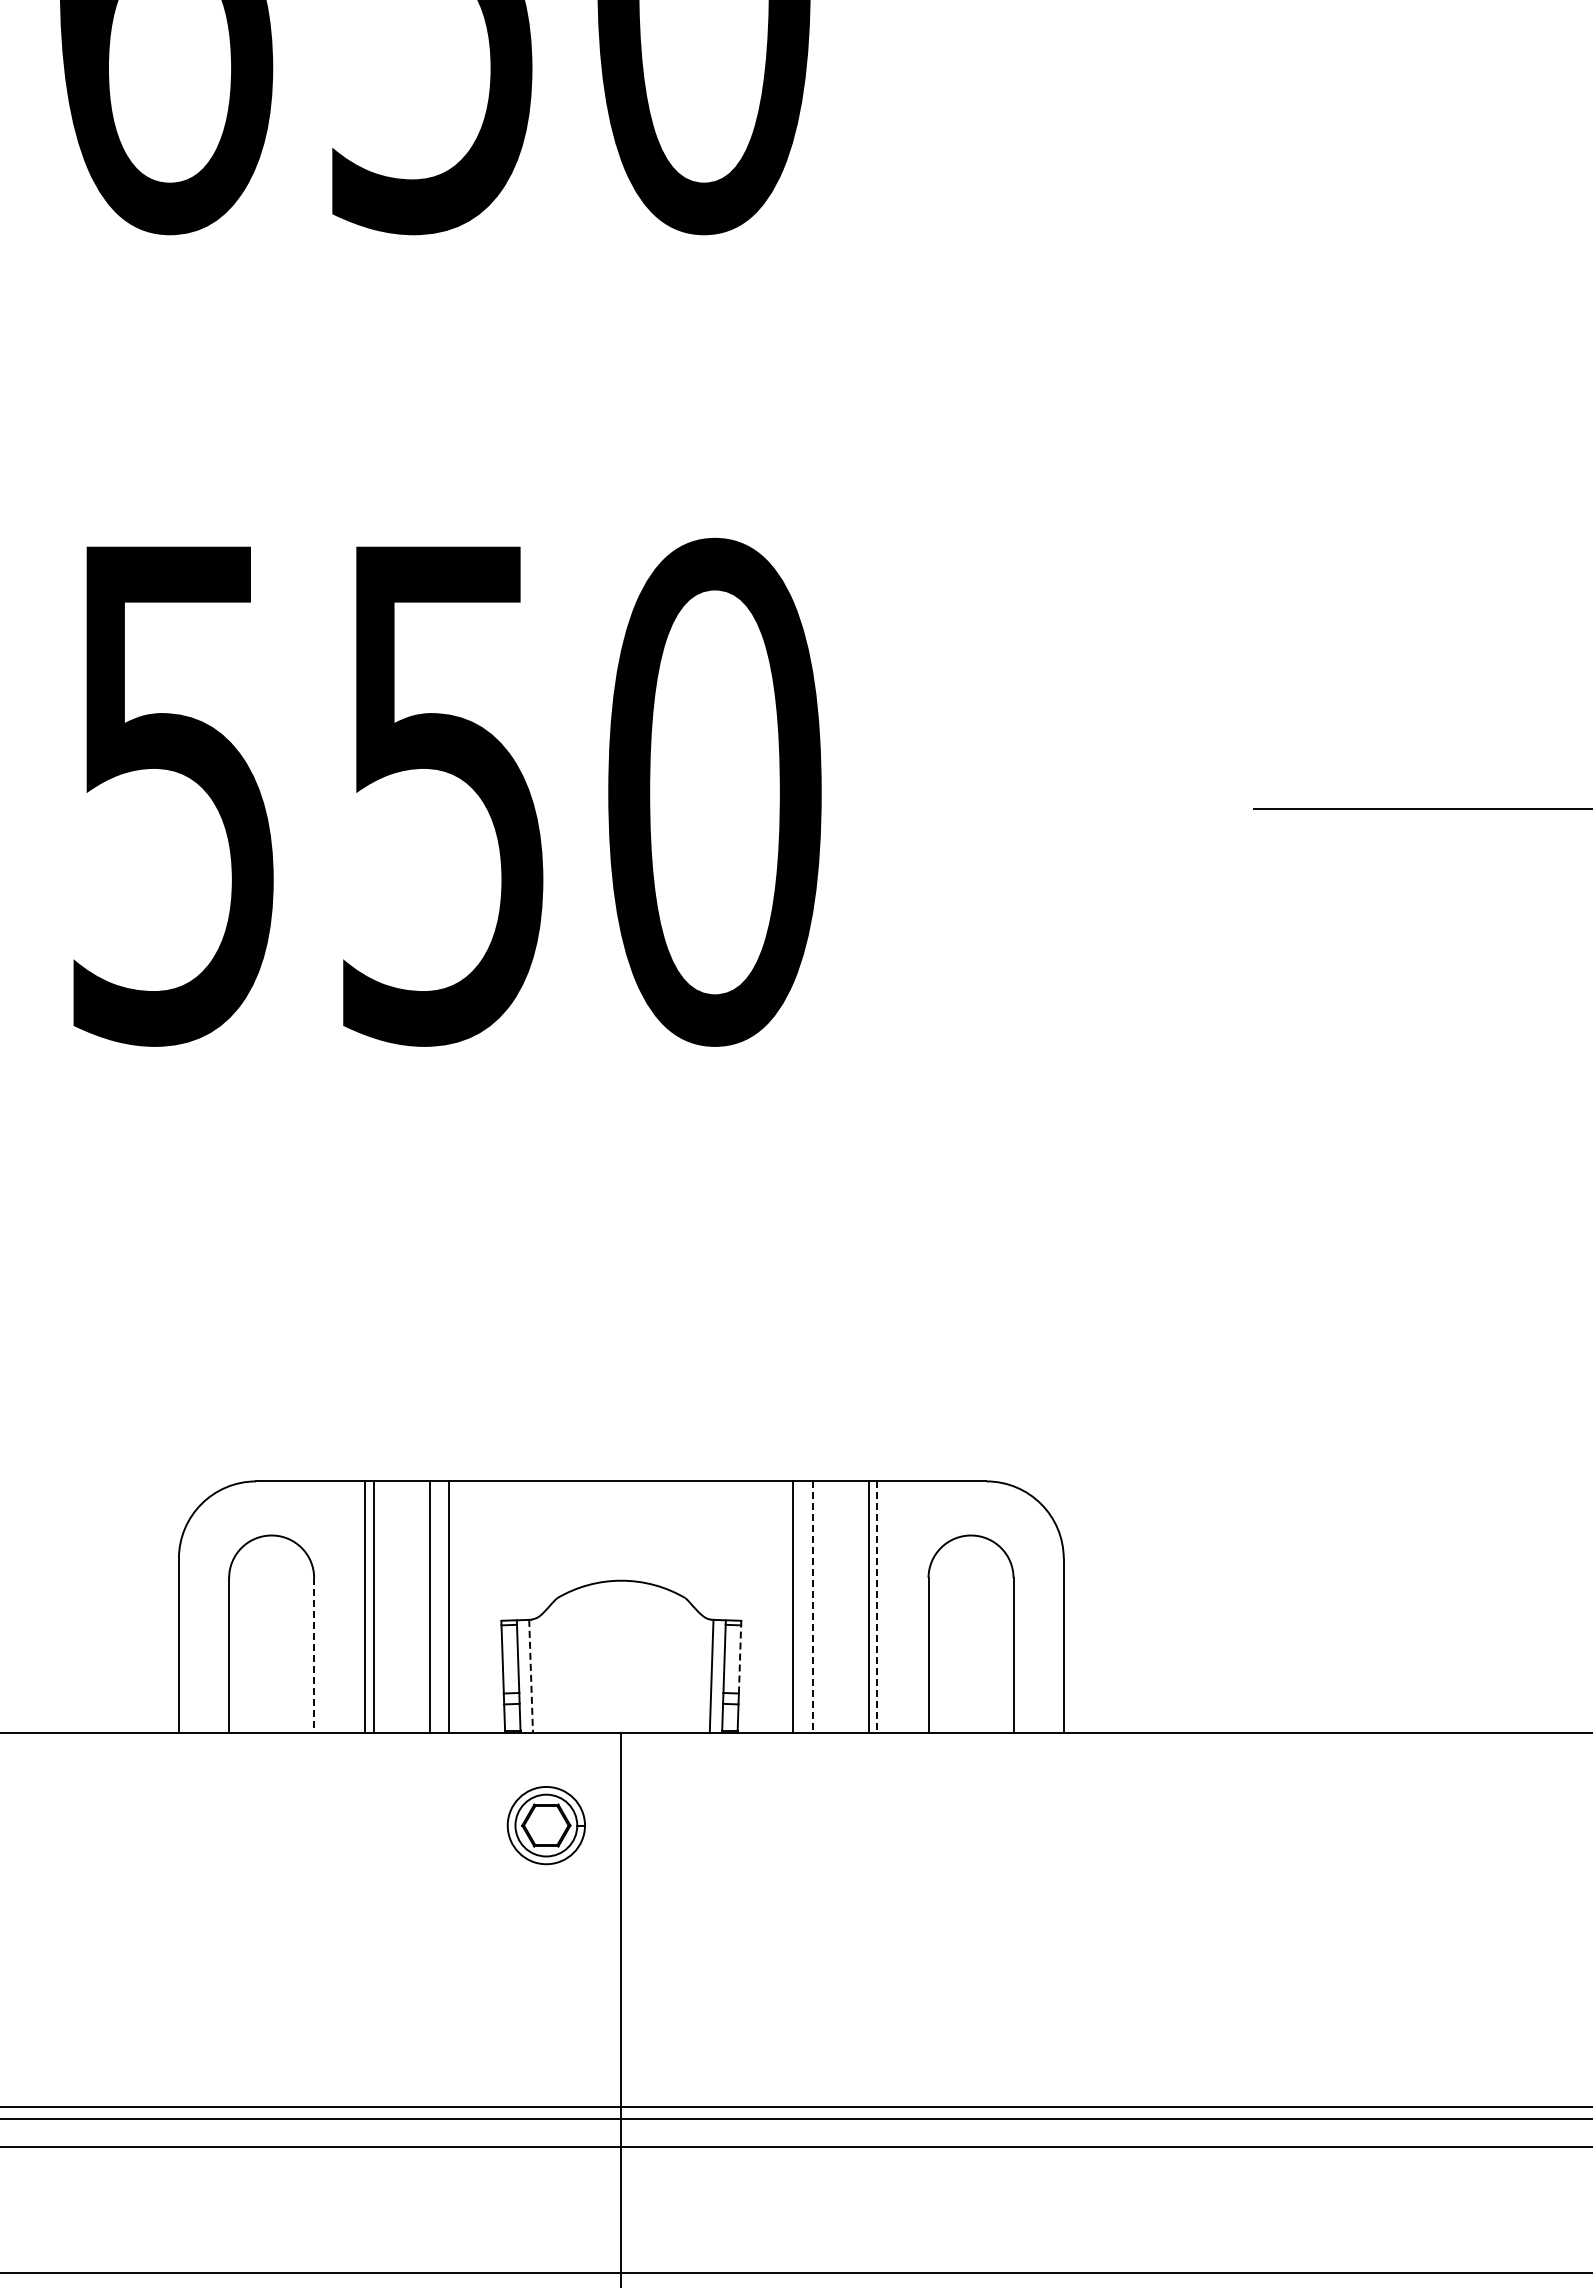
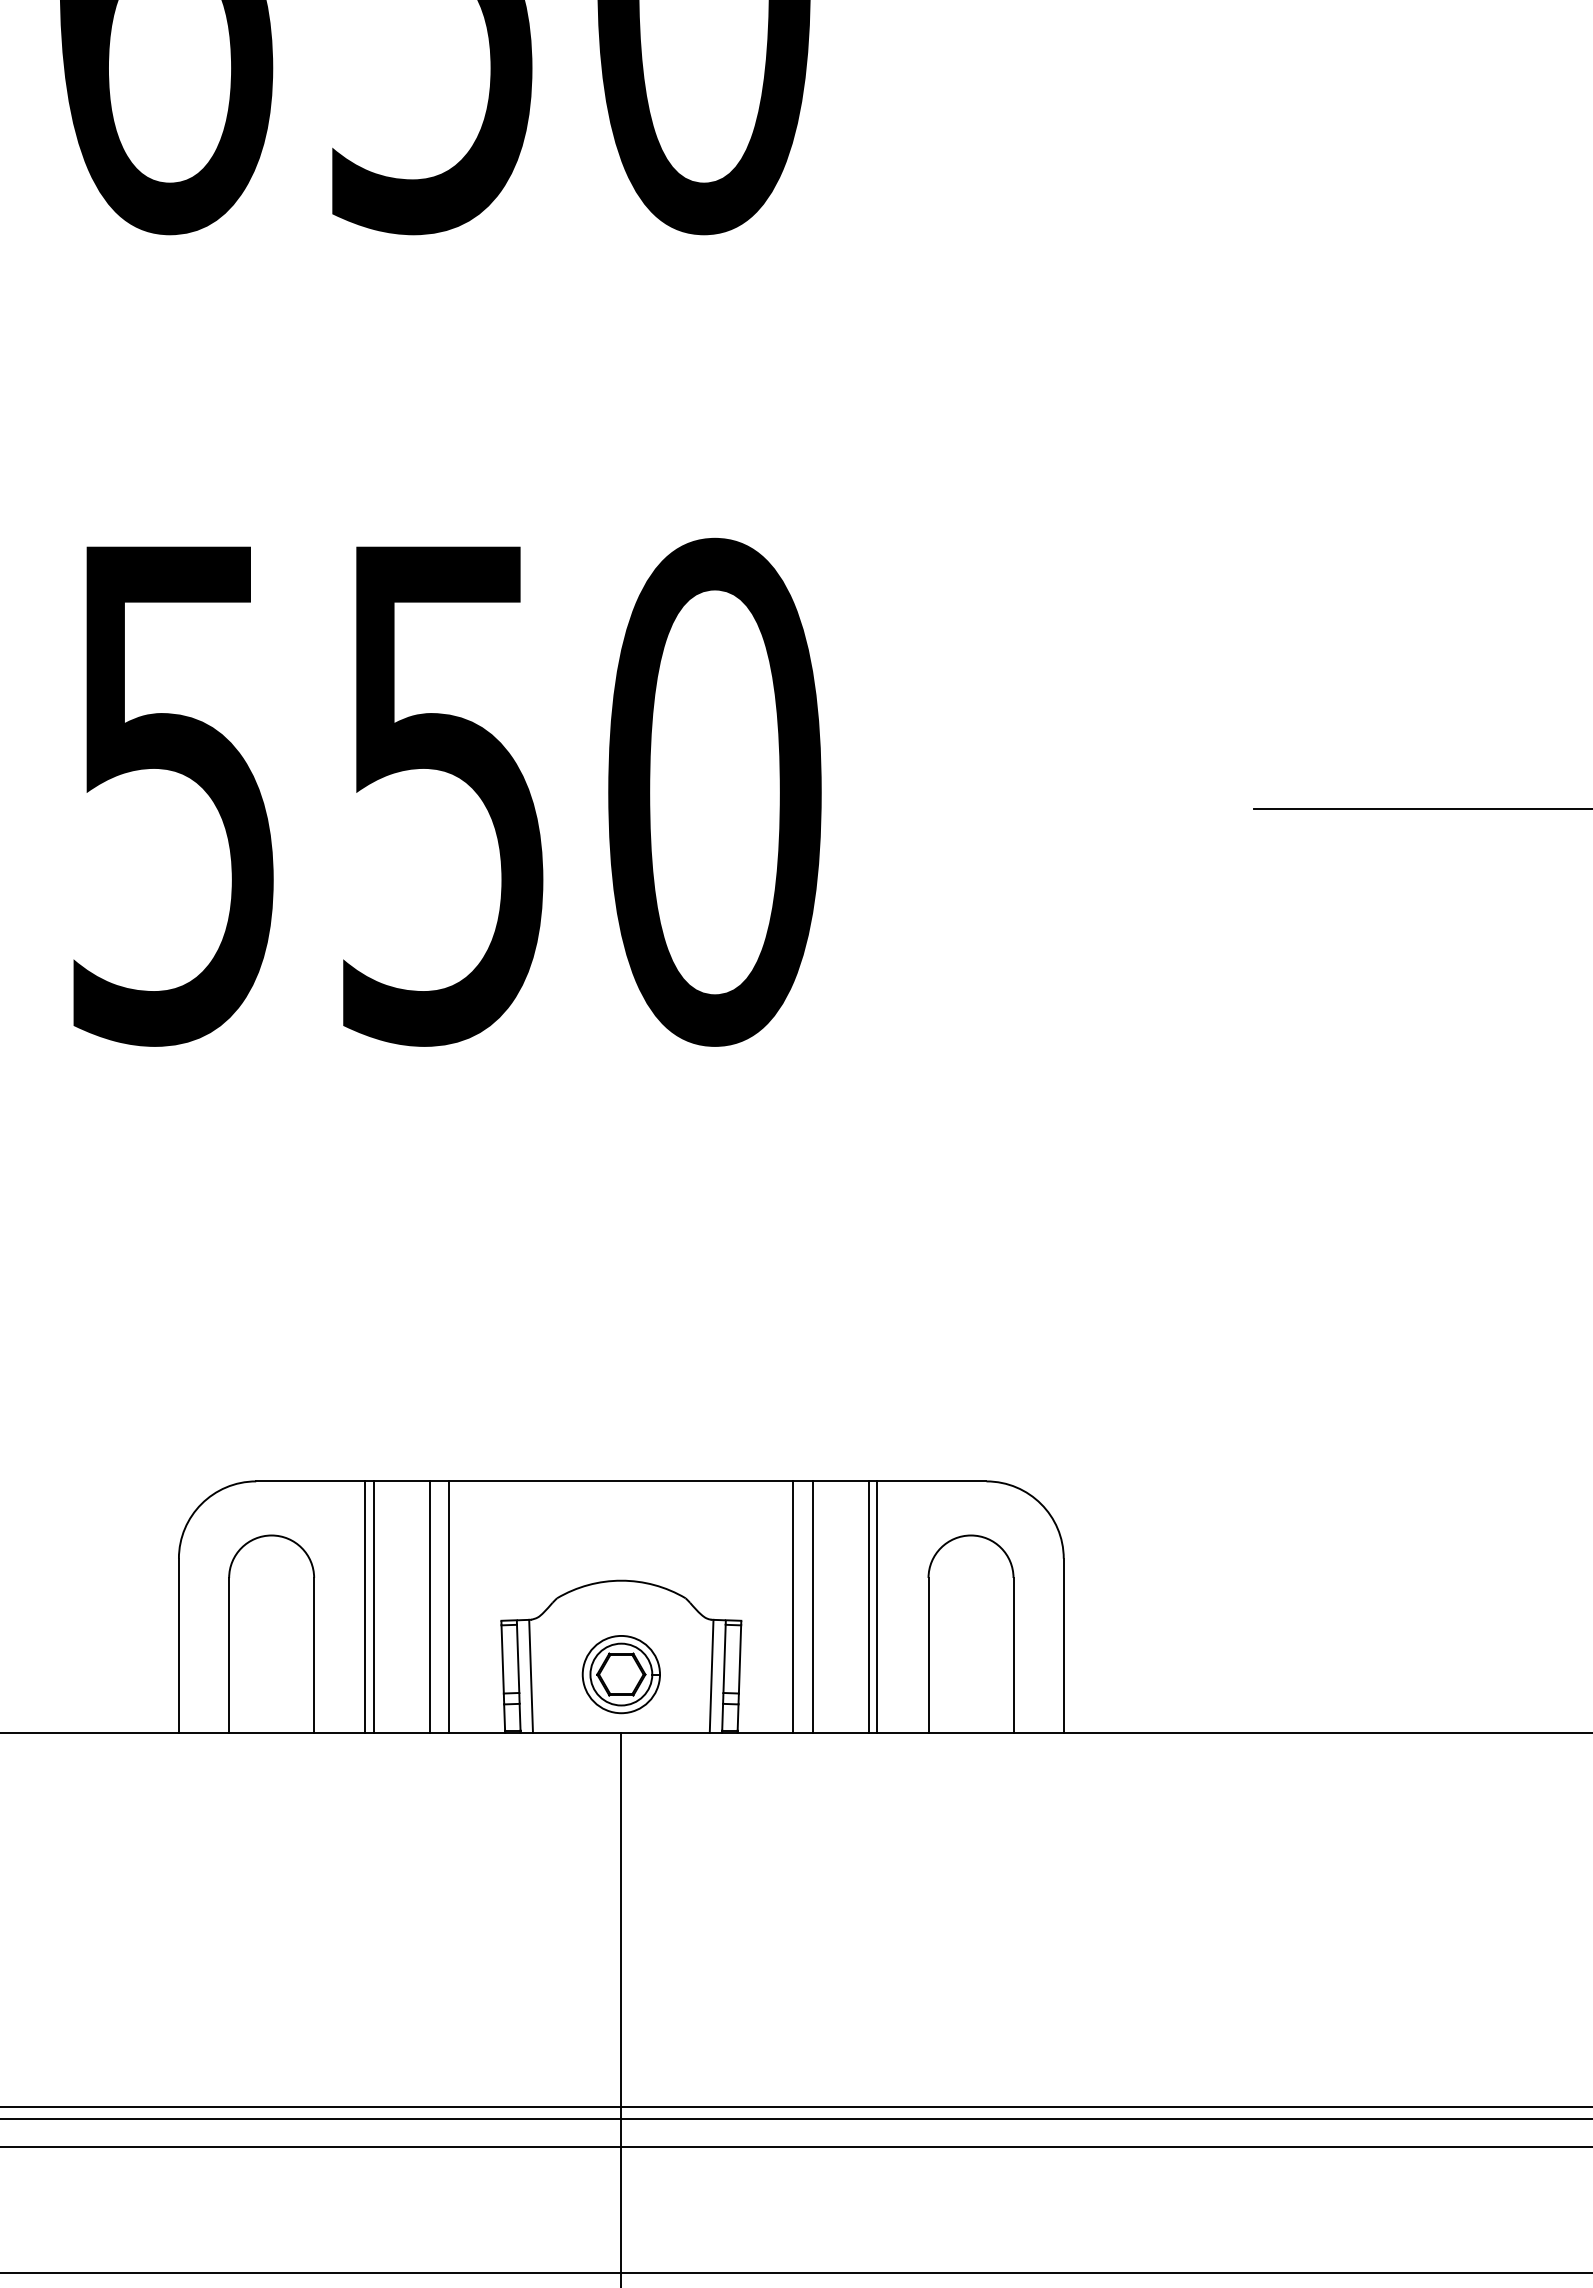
line at (813, 1607): dashed -> solid
line at (877, 1607): dashed -> solid
line at (314, 1655): dashed -> solid
line at (740, 1658): dashed -> solid
line at (531, 1676): dashed -> solid
part at (545, 1825) position: (545, 1825) -> (620, 1674)
